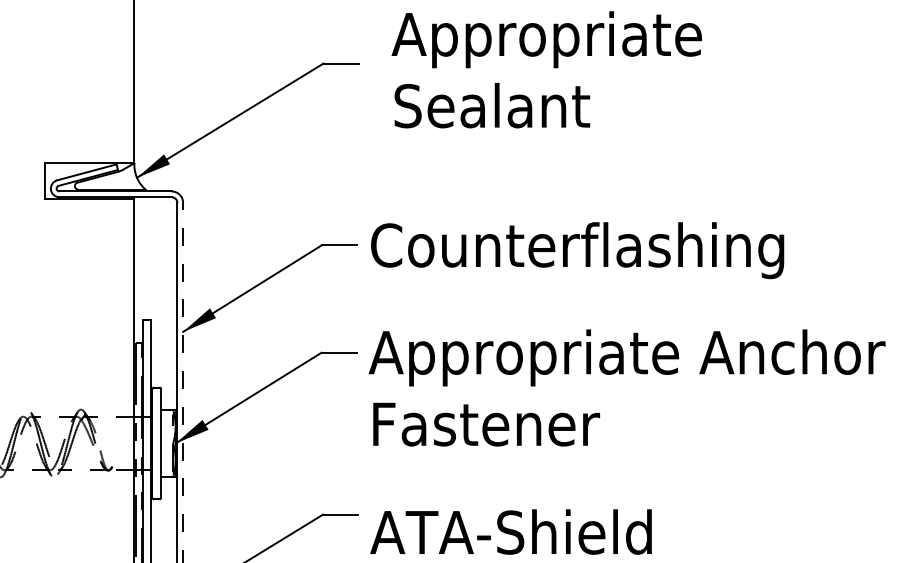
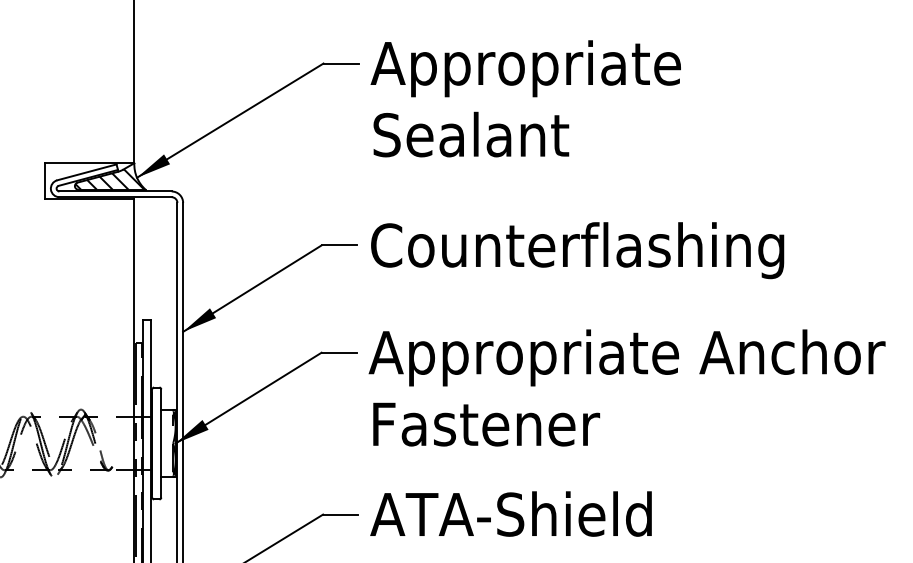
text at (546, 69) position: (546, 69) -> (525, 98)
hatch at (109, 176): none -> present
line at (183, 382): dashed -> solid
text at (510, 531) position: (510, 531) -> (510, 513)
